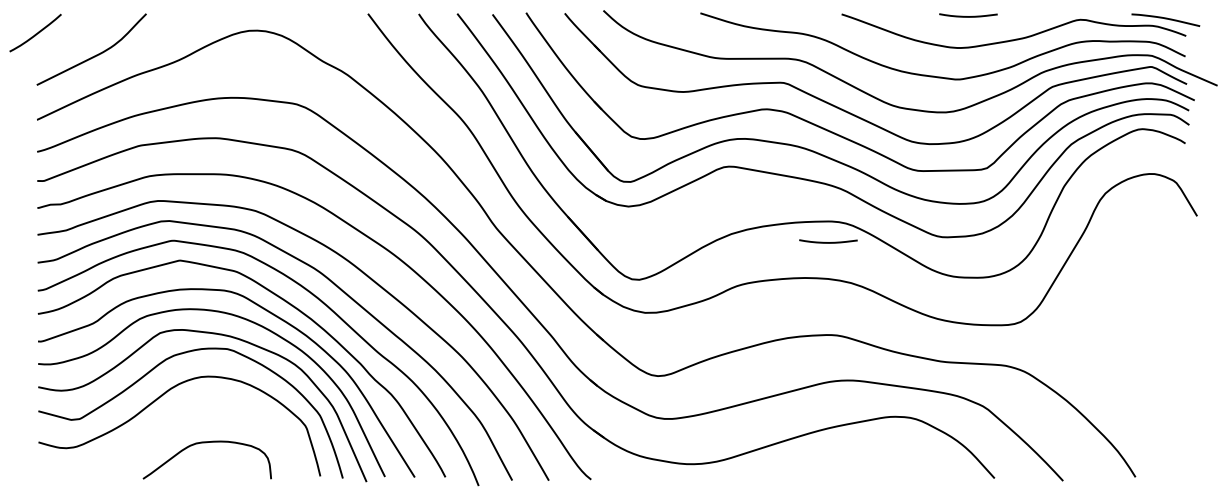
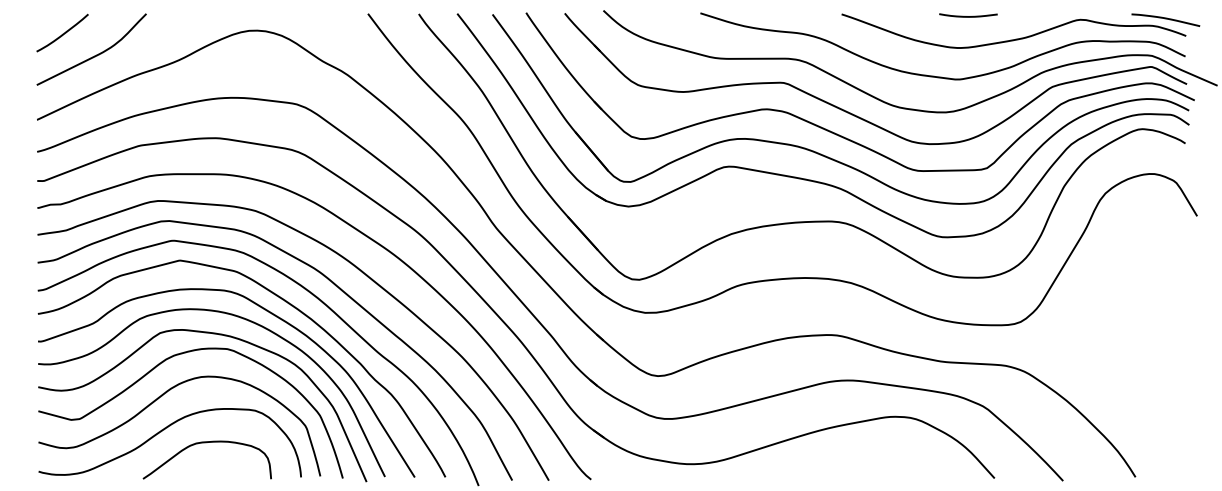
curve at (35, 33) position: (35, 33) -> (62, 33)
curve at (828, 242): present -> none
curve at (161, 432): none -> present
